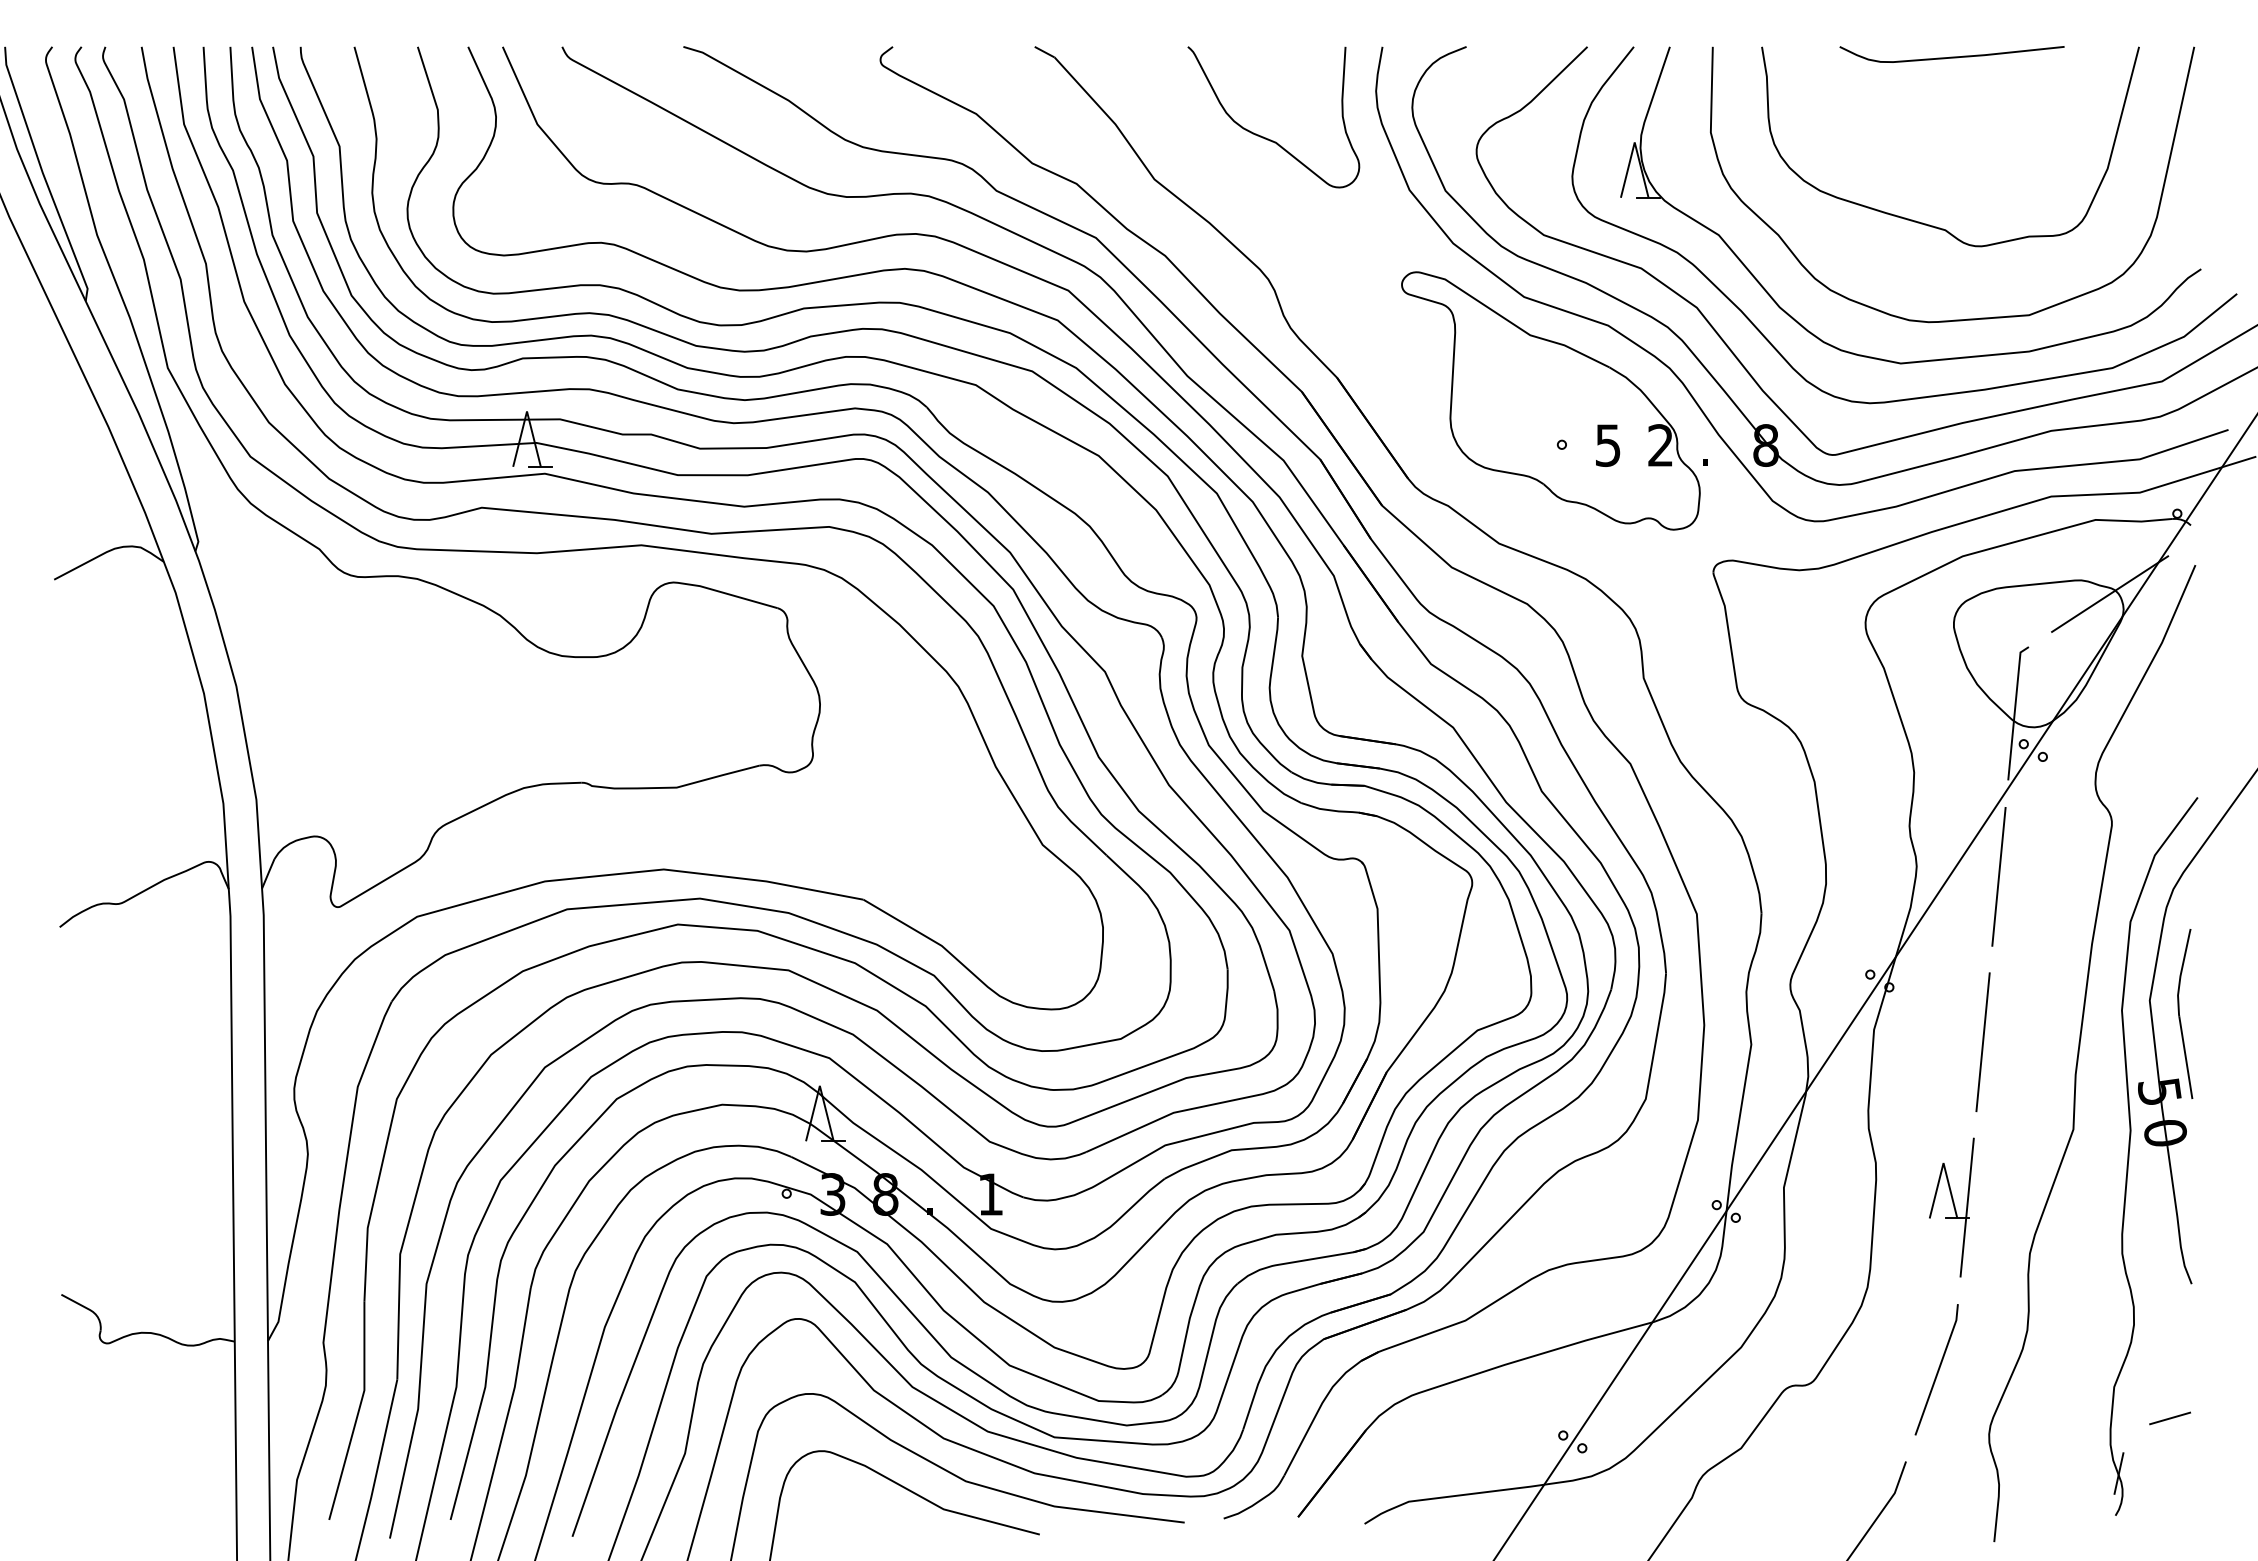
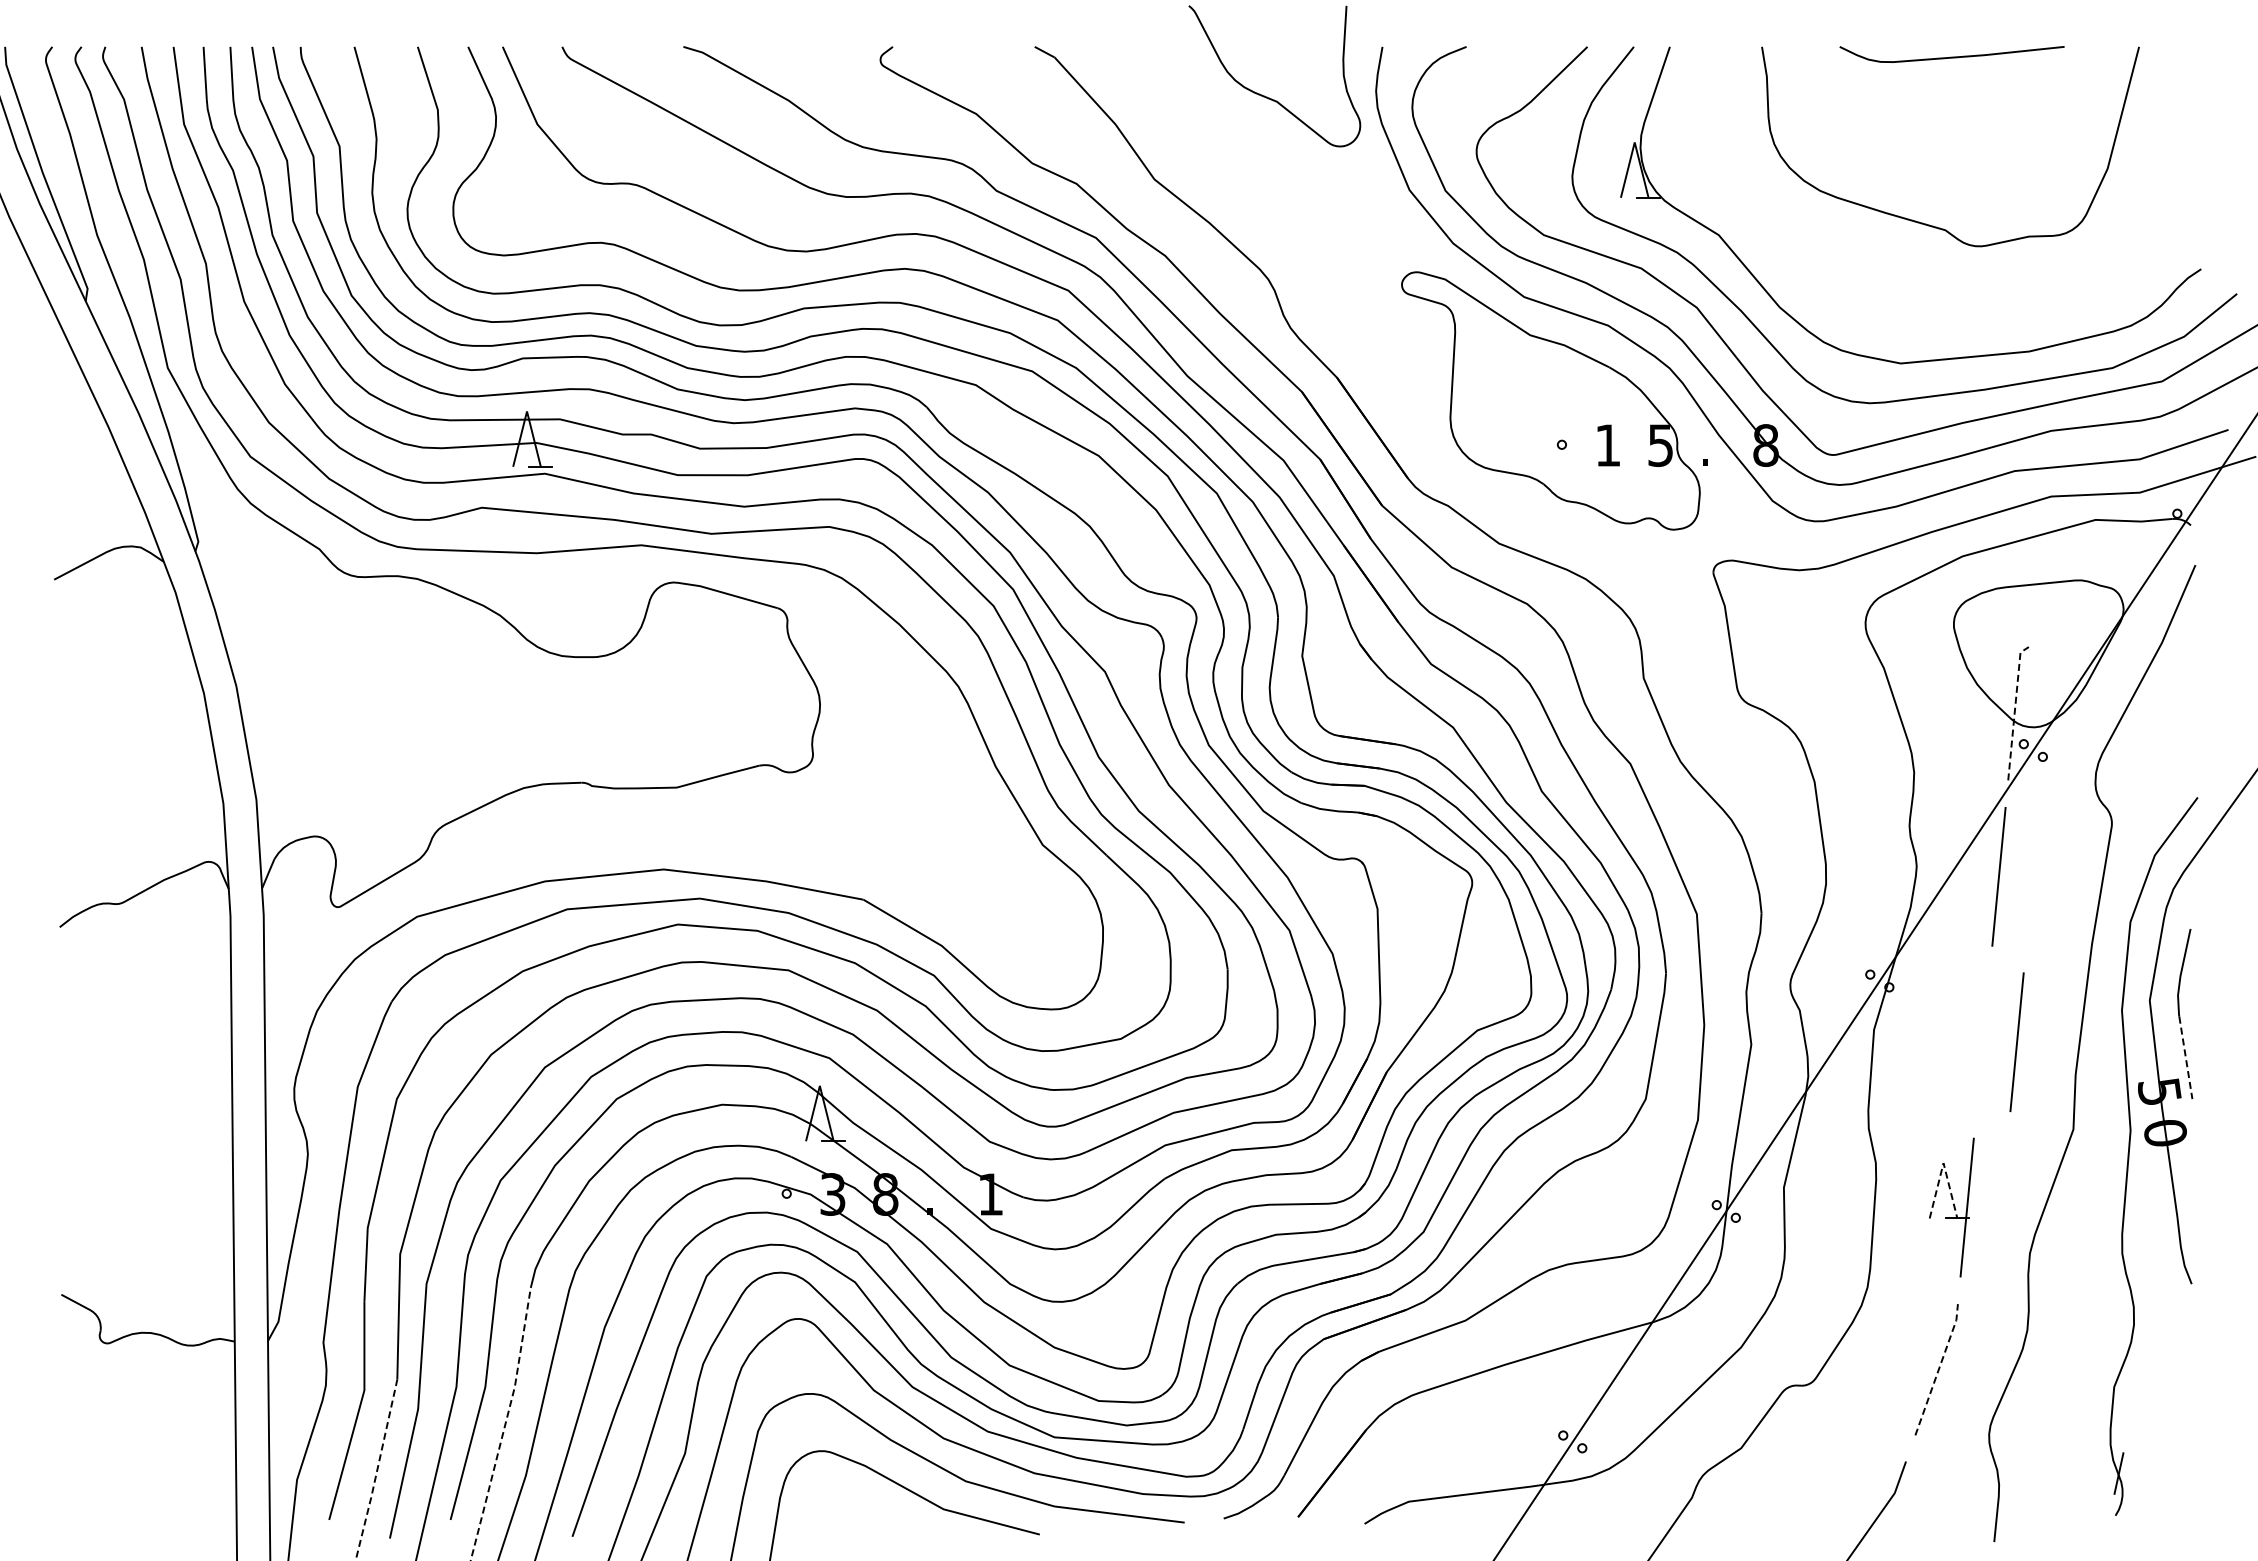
curve at (1266, 137) position: (1266, 137) -> (1267, 96)
curve at (1967, 318): present -> none
text at (1608, 445): 5 -> 1
text at (1660, 445): 2 -> 5
line at (2110, 593): present -> none
line at (2014, 710): solid -> dashed
line at (1982, 1042) position: (1982, 1042) -> (2016, 1042)
line at (2185, 1057): solid -> dashed
line at (1943, 1163): solid -> dashed
line at (1939, 1368): solid -> dashed
line at (2170, 1418): present -> none
line at (505, 1424): solid -> dashed
line at (377, 1470): solid -> dashed
